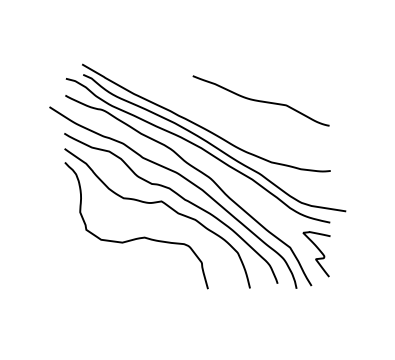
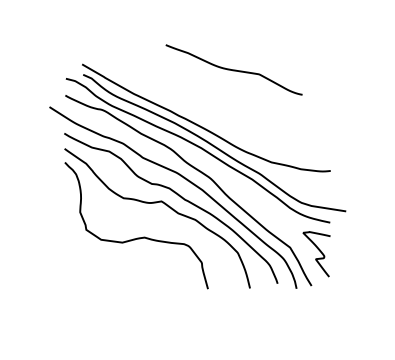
curve at (260, 100) position: (260, 100) -> (233, 69)
